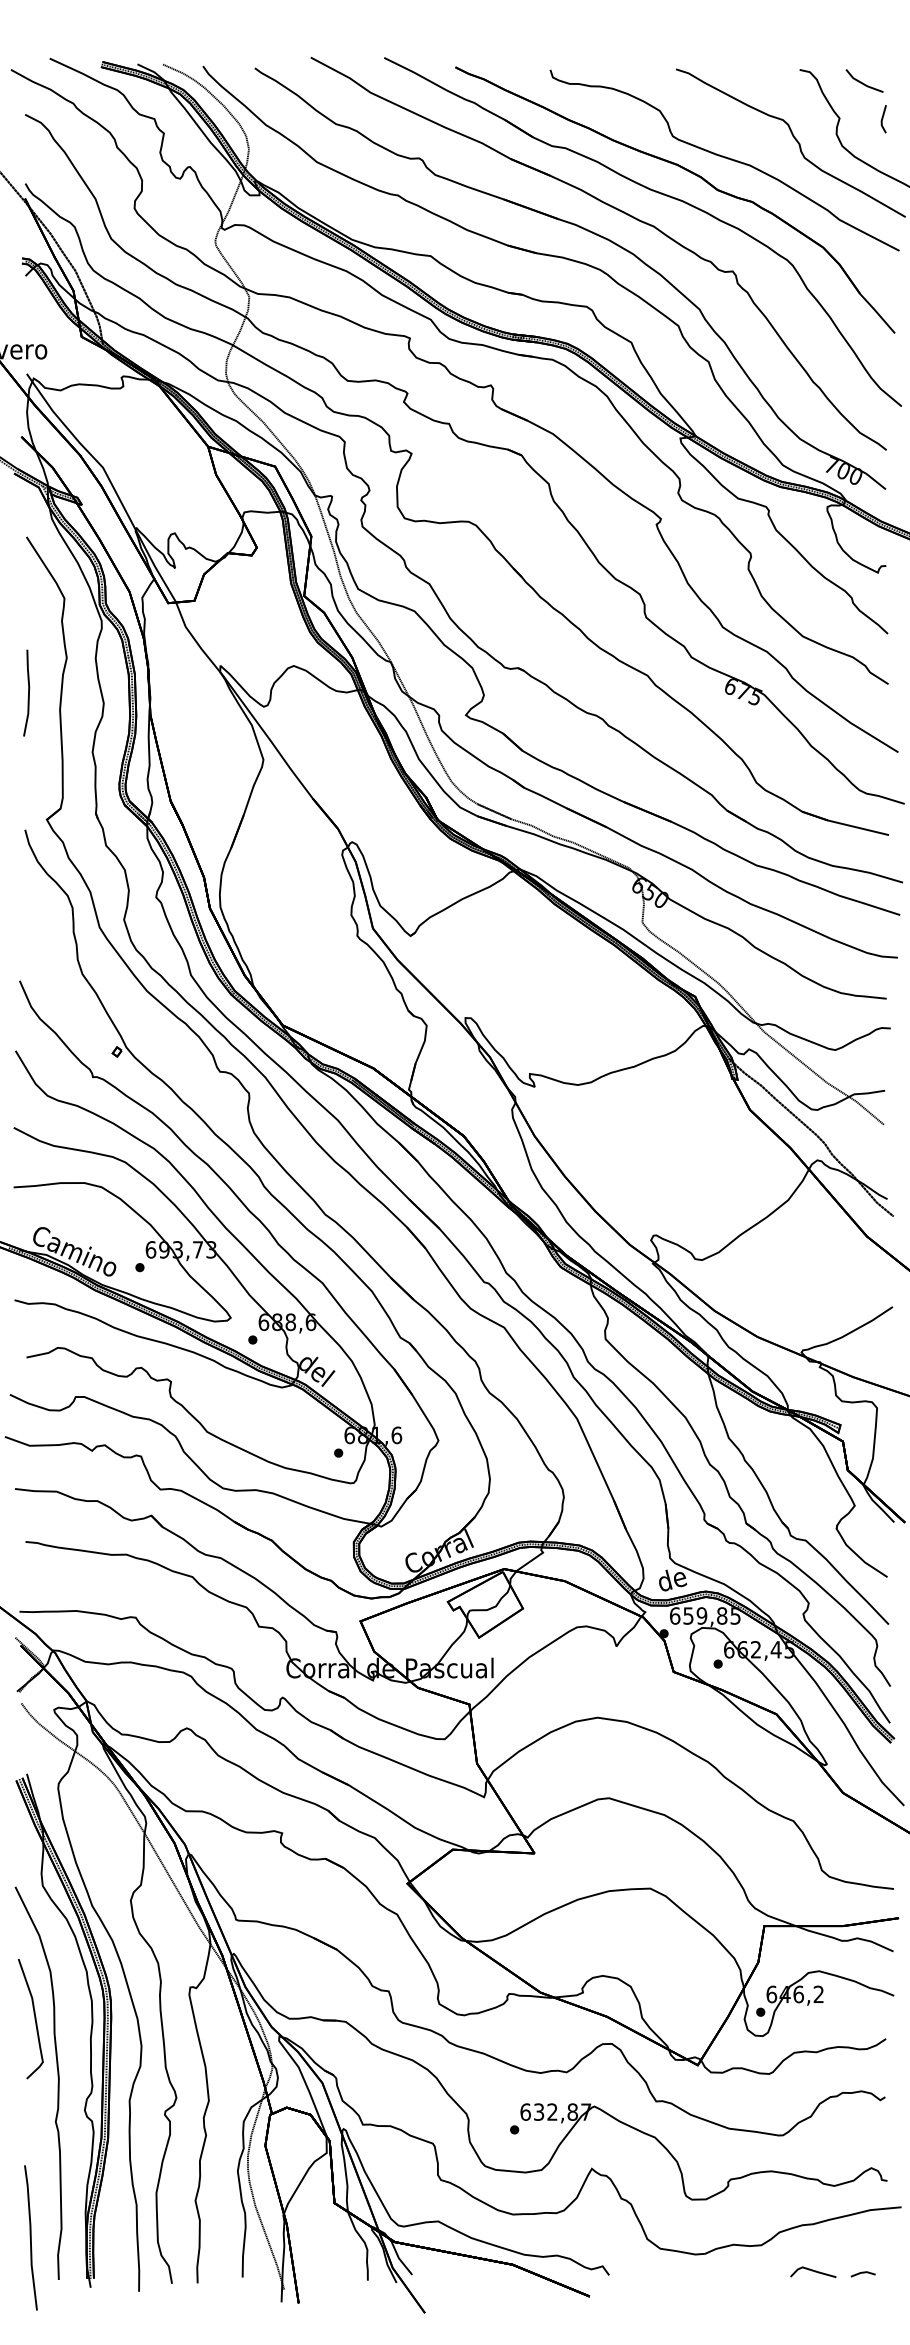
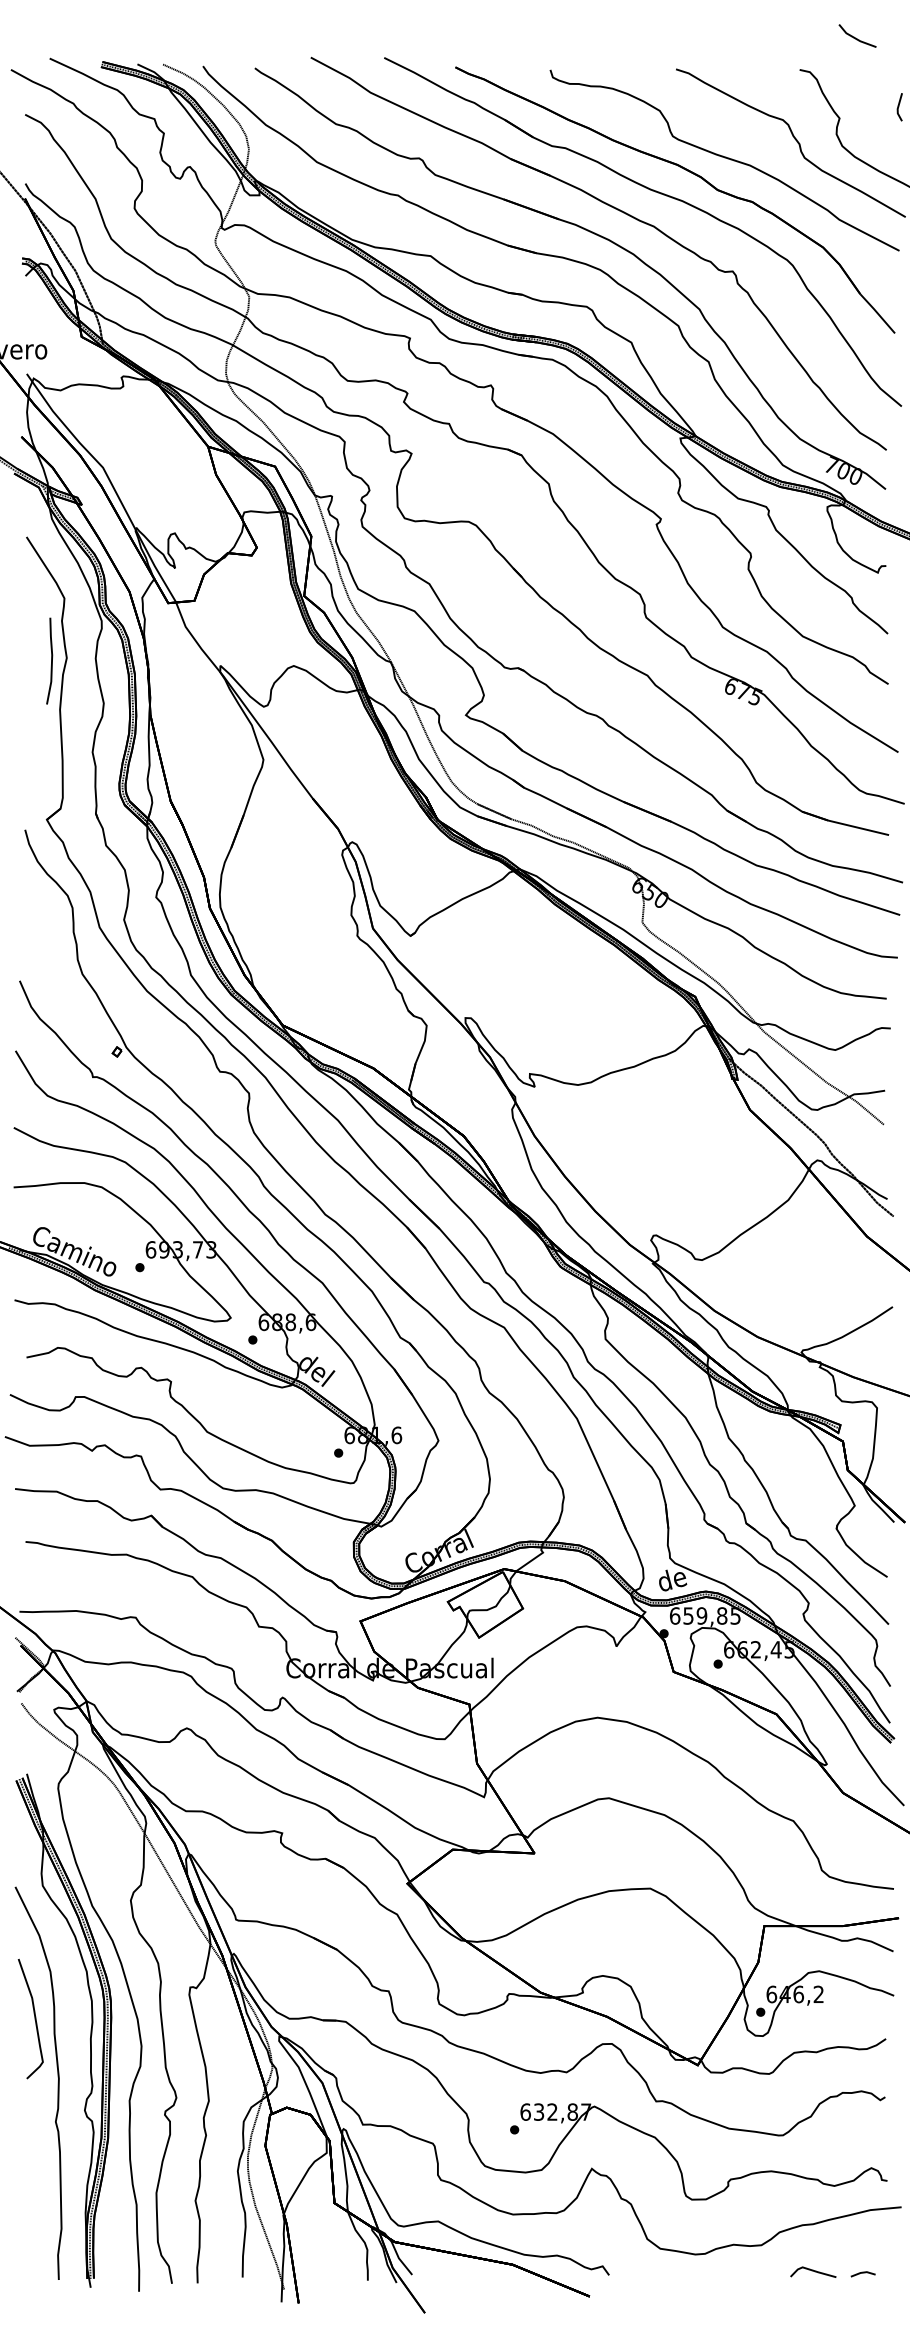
line at (862, 82) position: (862, 82) -> (855, 37)
line at (883, 118) position: (883, 118) -> (899, 106)
line at (28, 692) position: (28, 692) -> (51, 660)
line at (30, 2237): present -> none
